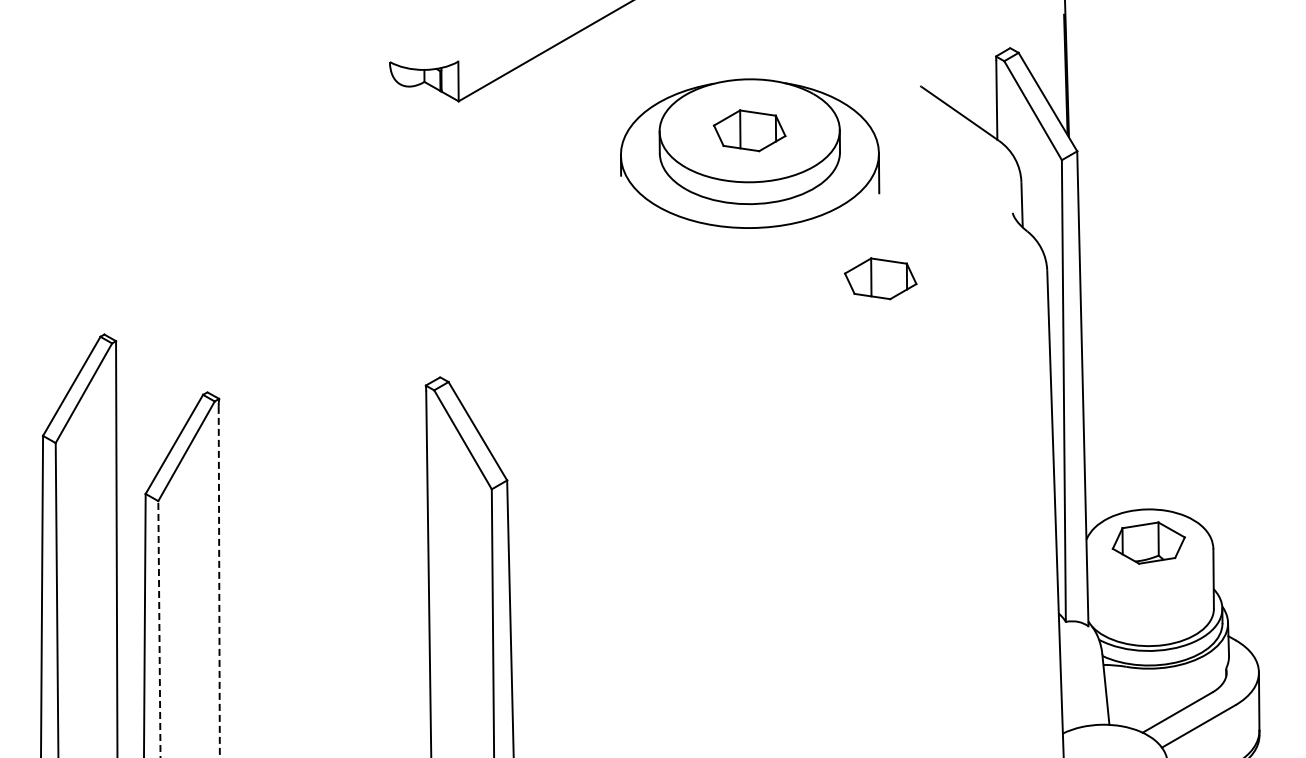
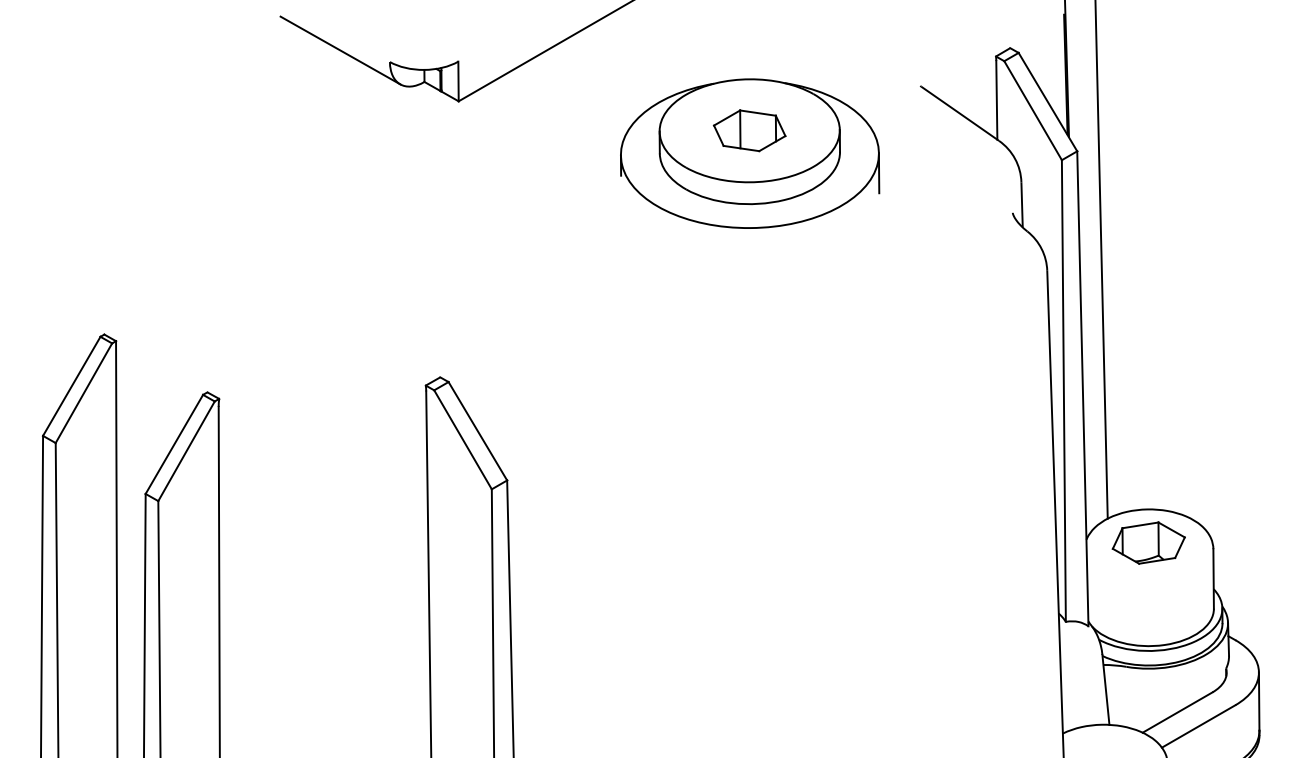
line at (340, 50): none -> present
line at (1101, 260): none -> present
part at (880, 278): present -> none
line at (219, 582): dashed -> solid
line at (159, 629): dashed -> solid
